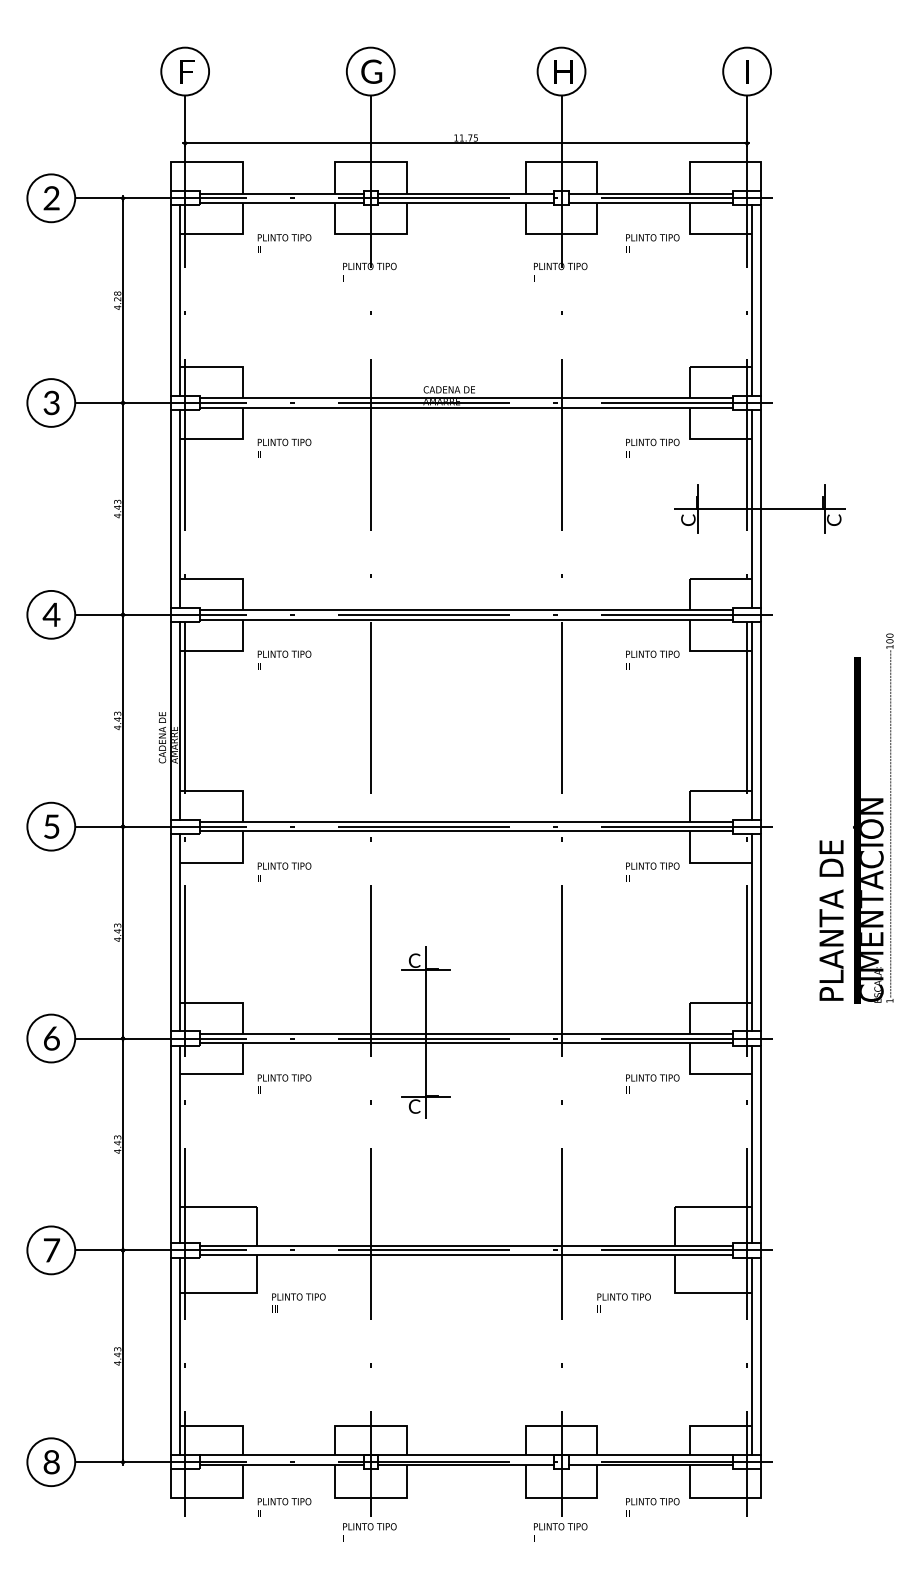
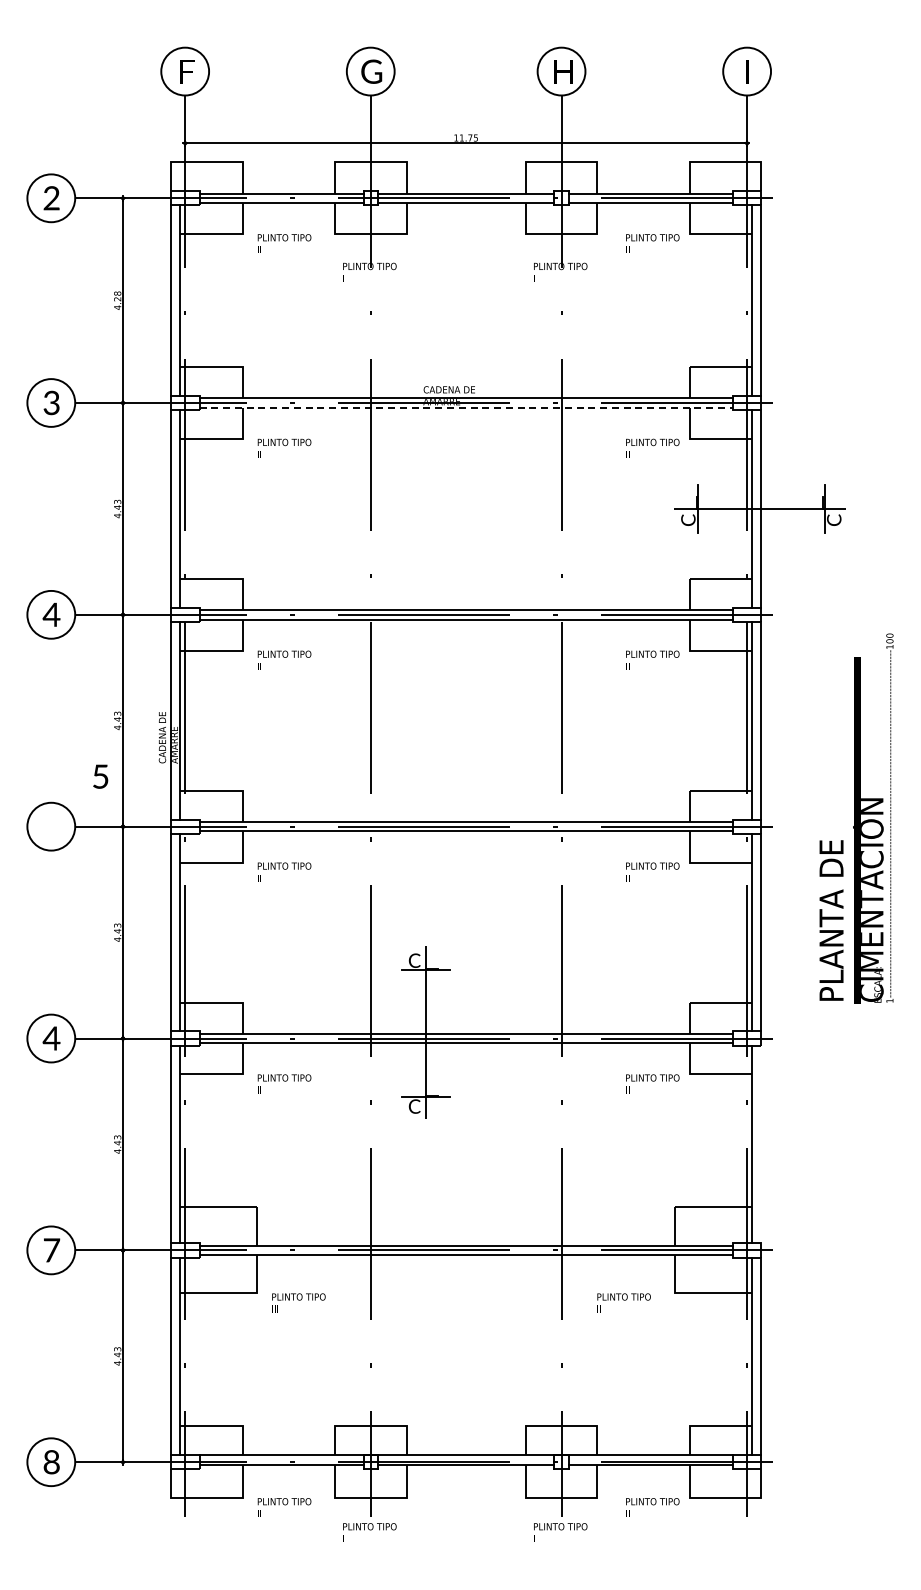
line at (466, 407): solid -> dashed
text at (51, 826) position: (51, 826) -> (100, 776)
text at (51, 1038): 6 -> 4
line at (761, 1144): present -> none
